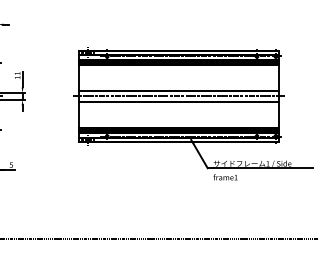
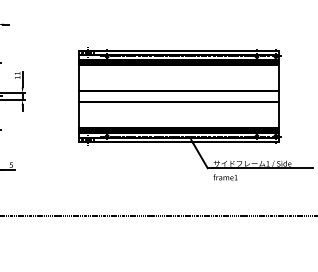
line at (178, 96): present -> none
line at (158, 238) position: (158, 238) -> (158, 215)
